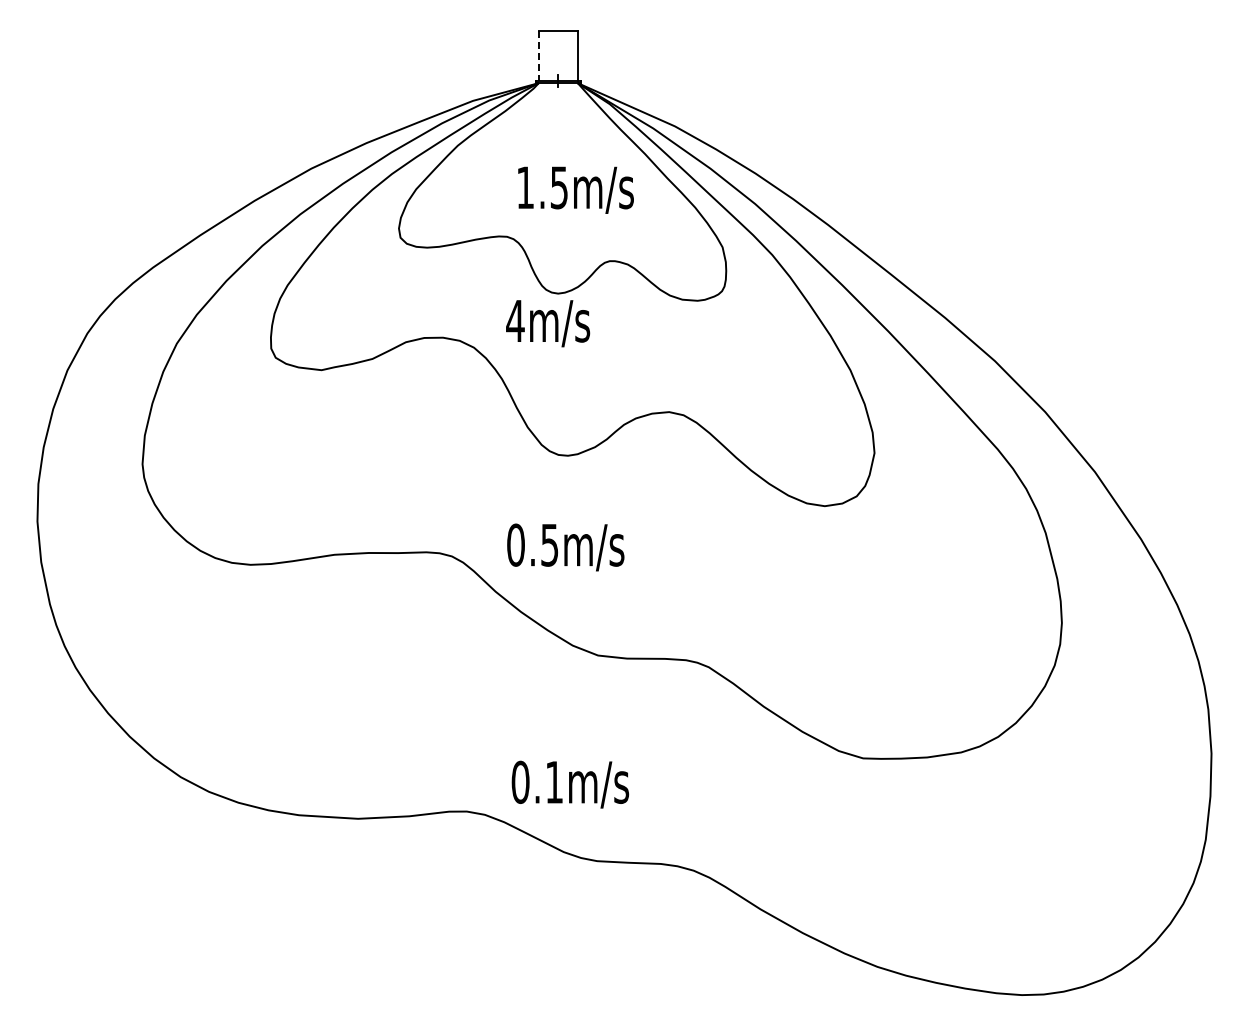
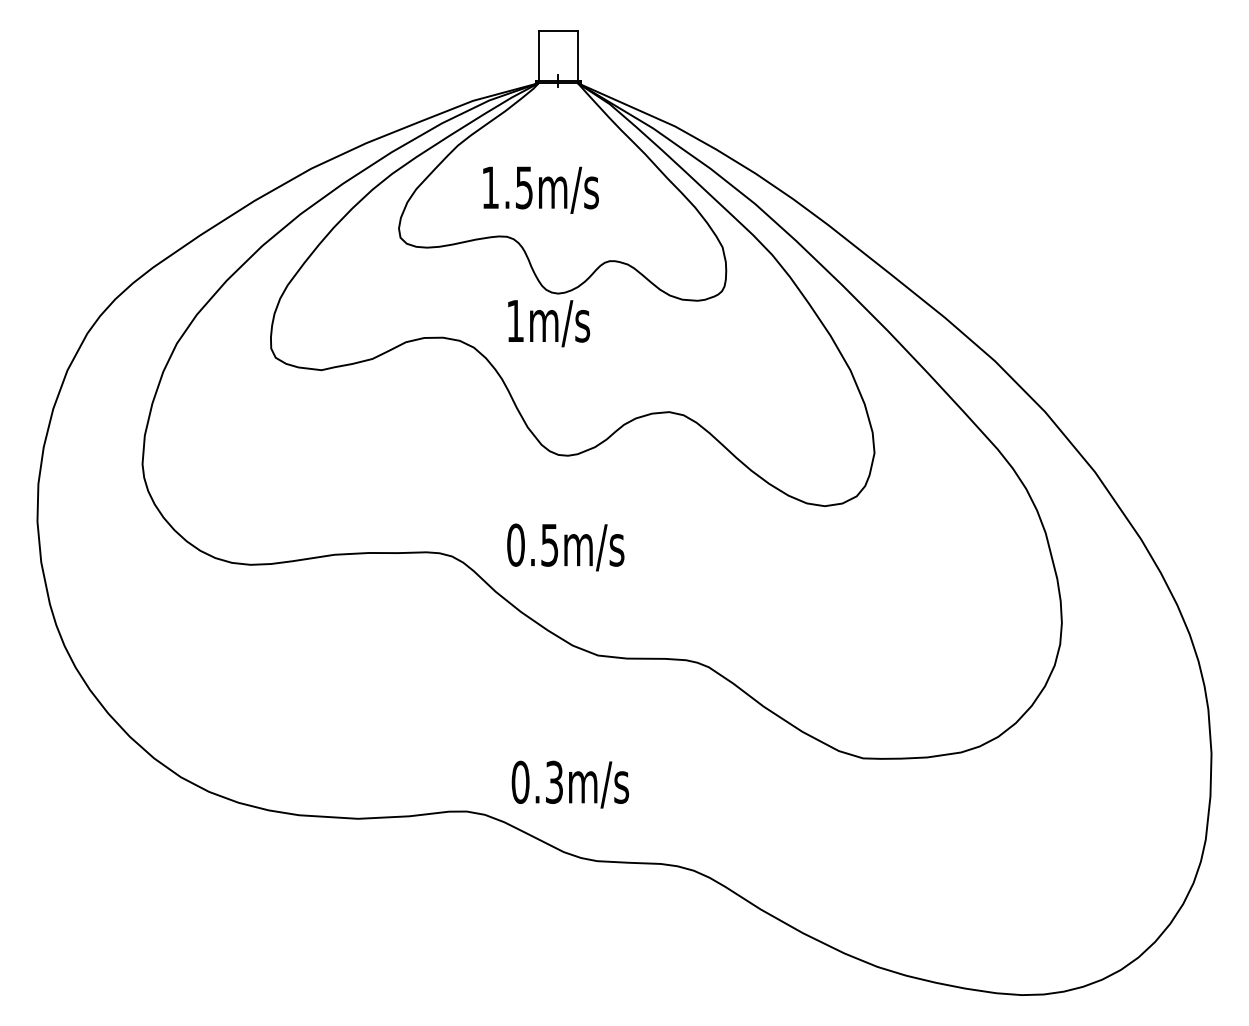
line at (538, 56): dashed -> solid
text at (575, 189) position: (575, 189) -> (540, 189)
text at (515, 320): 4m/s -> 1m/s
text at (554, 781): 0.1m/s -> 0.3m/s
